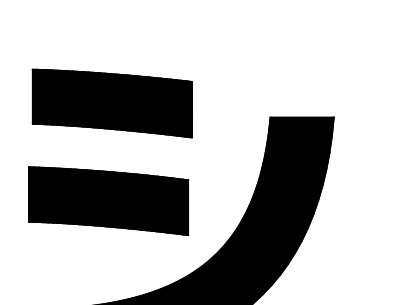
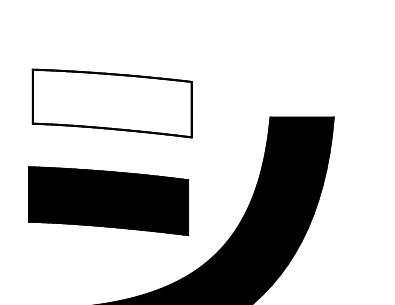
fill at (111, 103): present -> none
